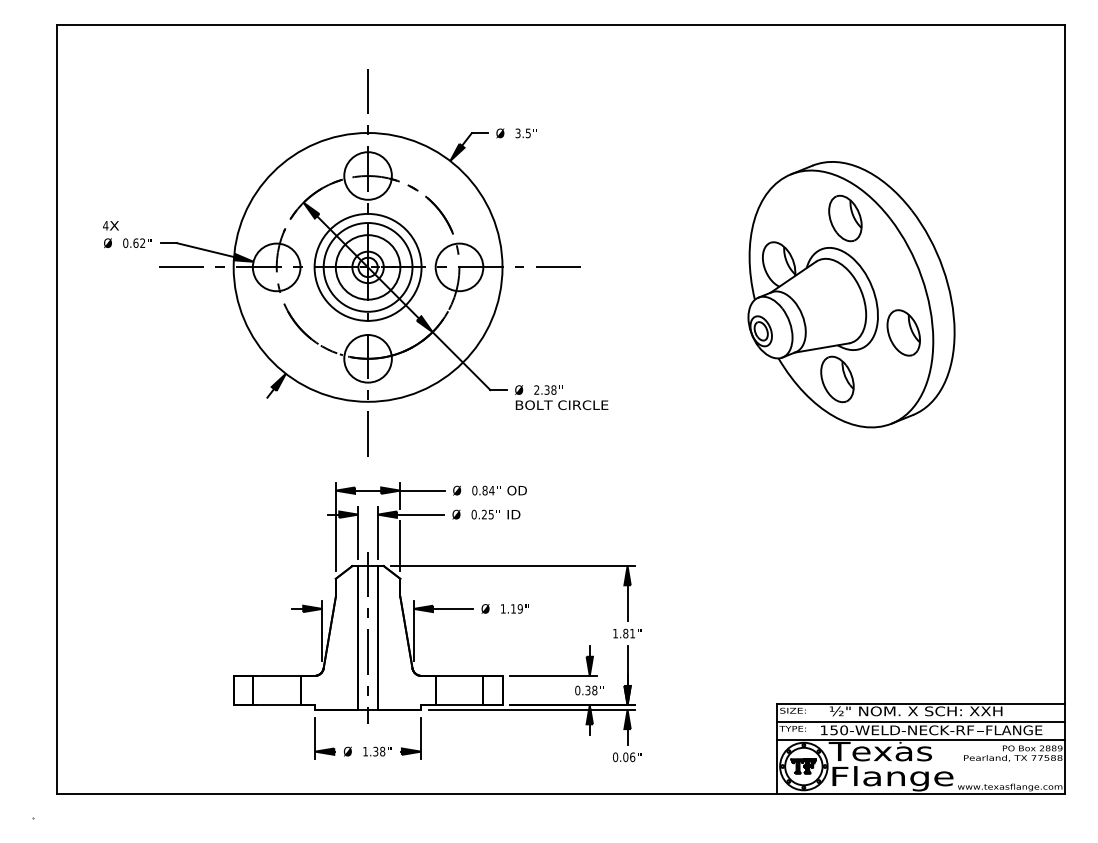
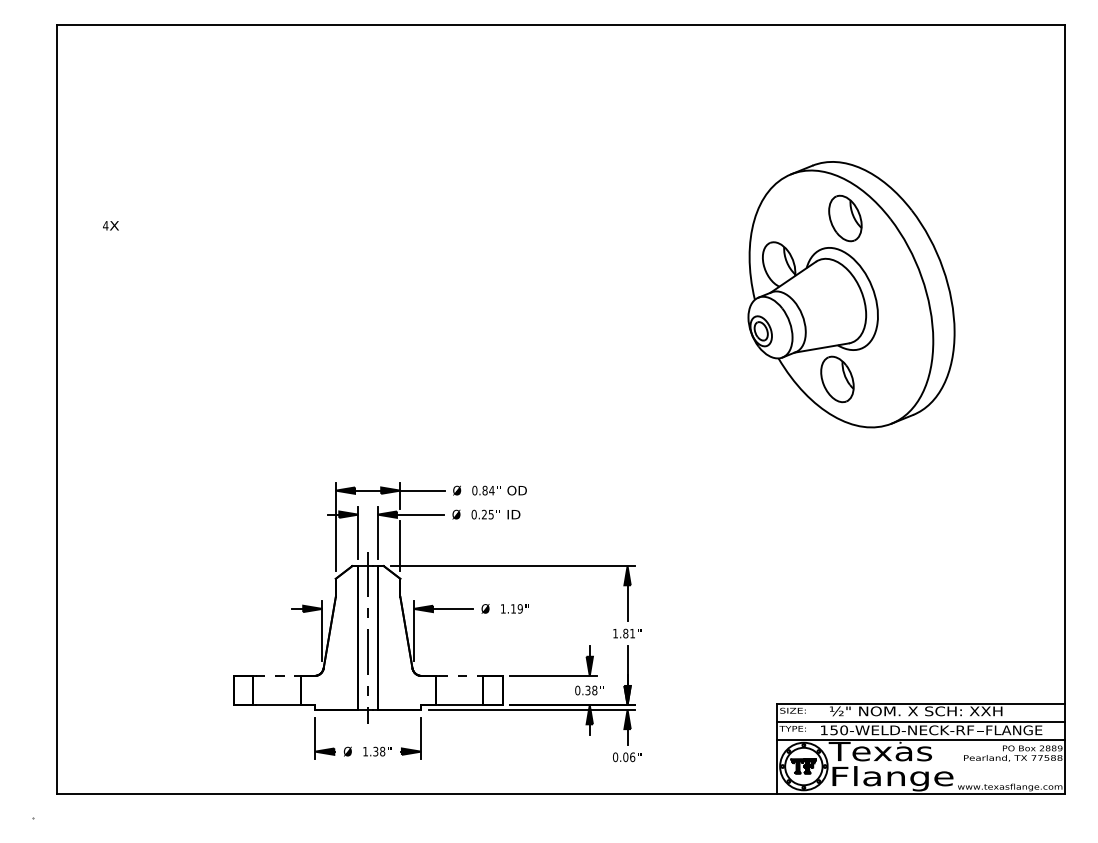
part at (356, 262): present -> none
part at (903, 332): present -> none
line at (278, 675): solid -> dashed
line at (461, 675): solid -> dashed
